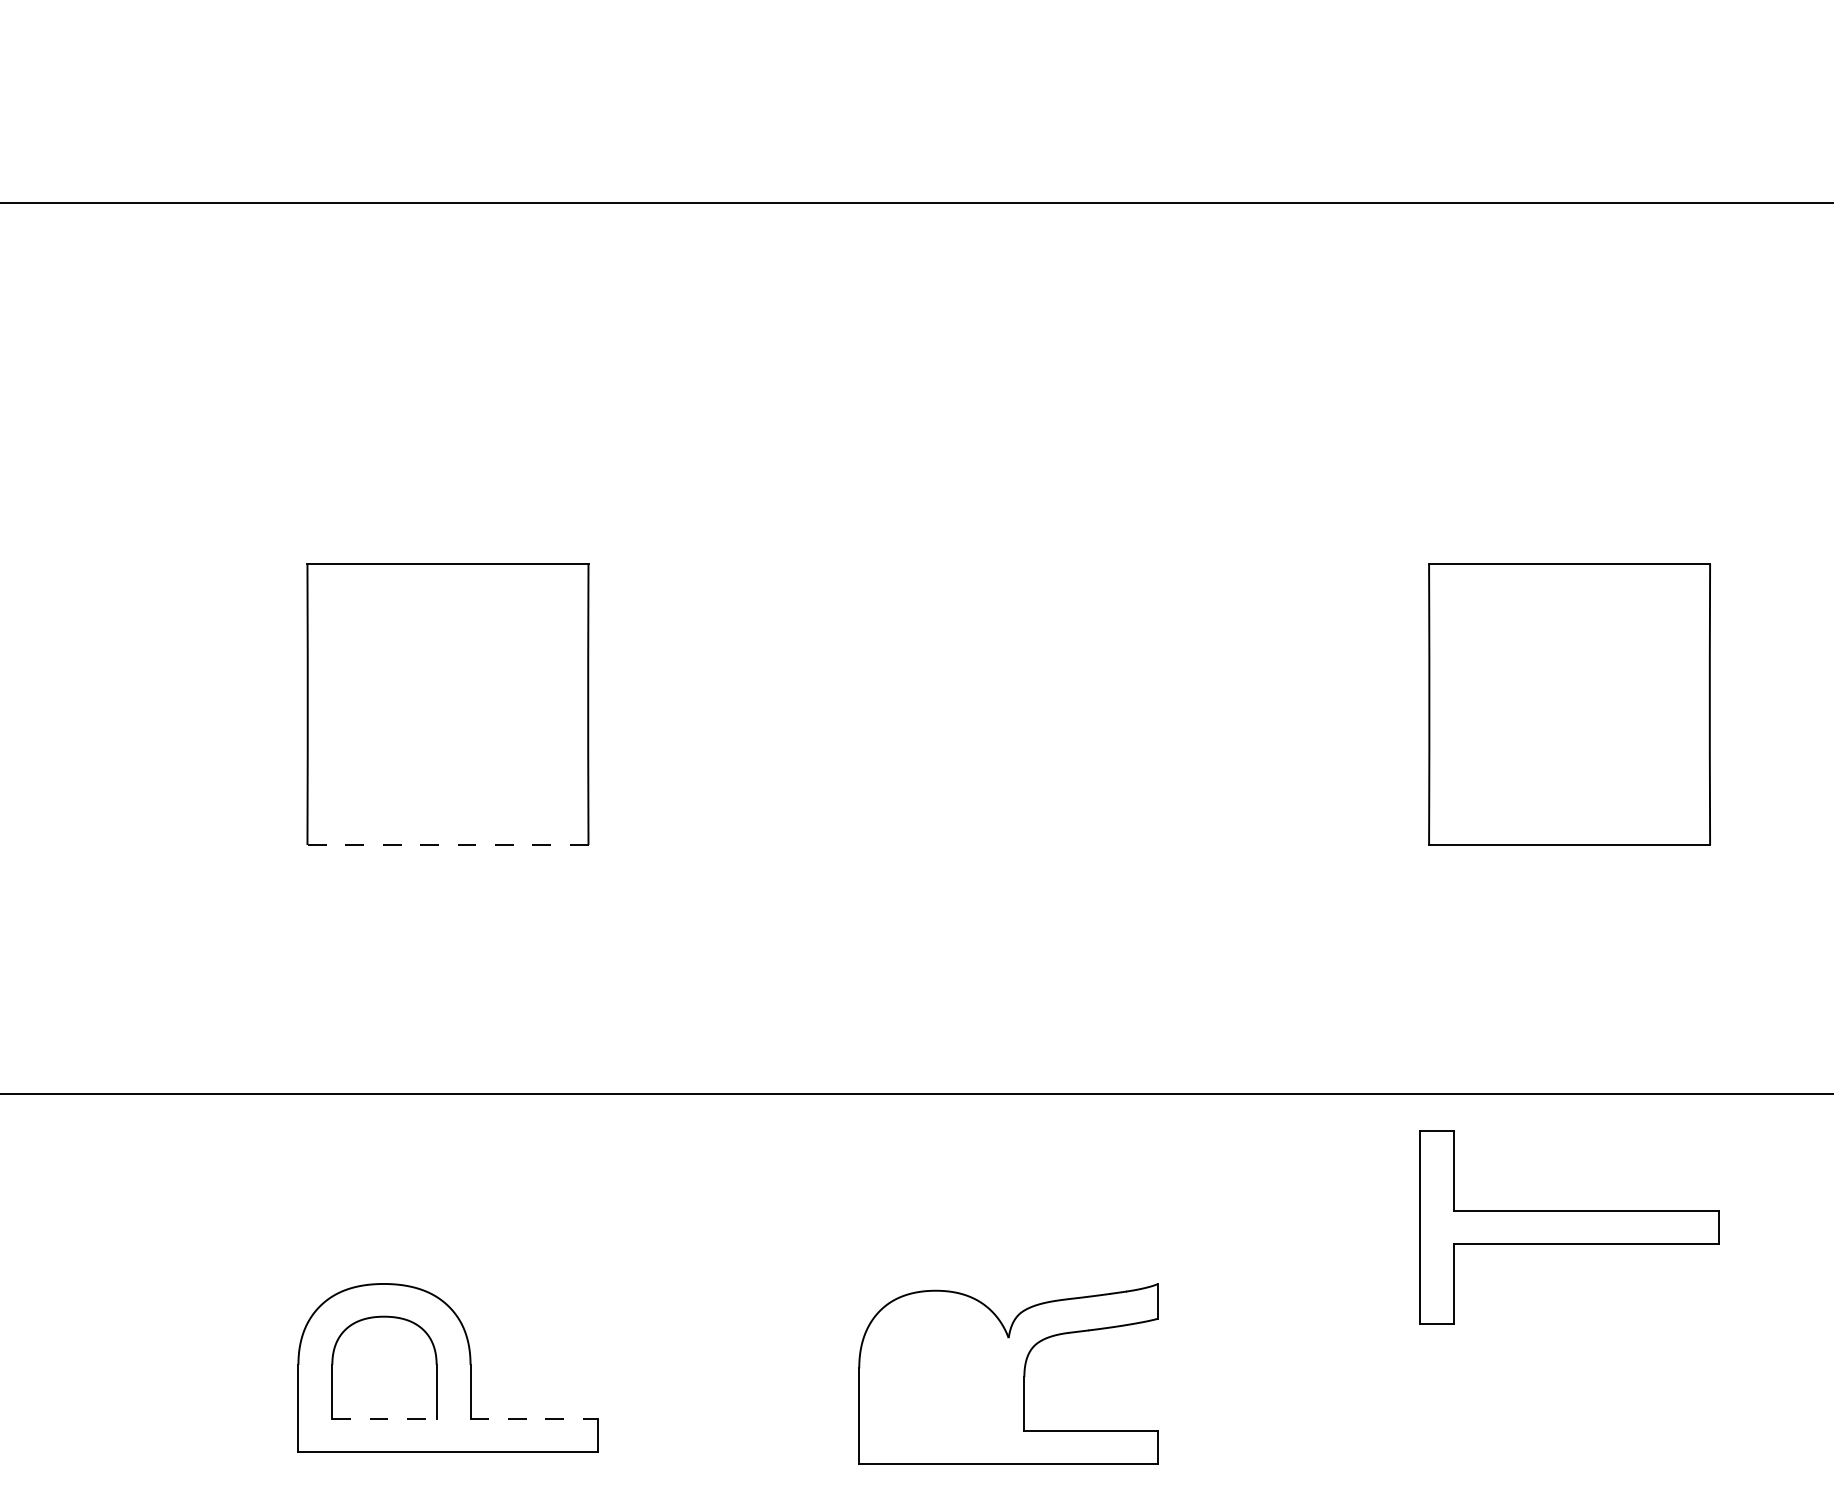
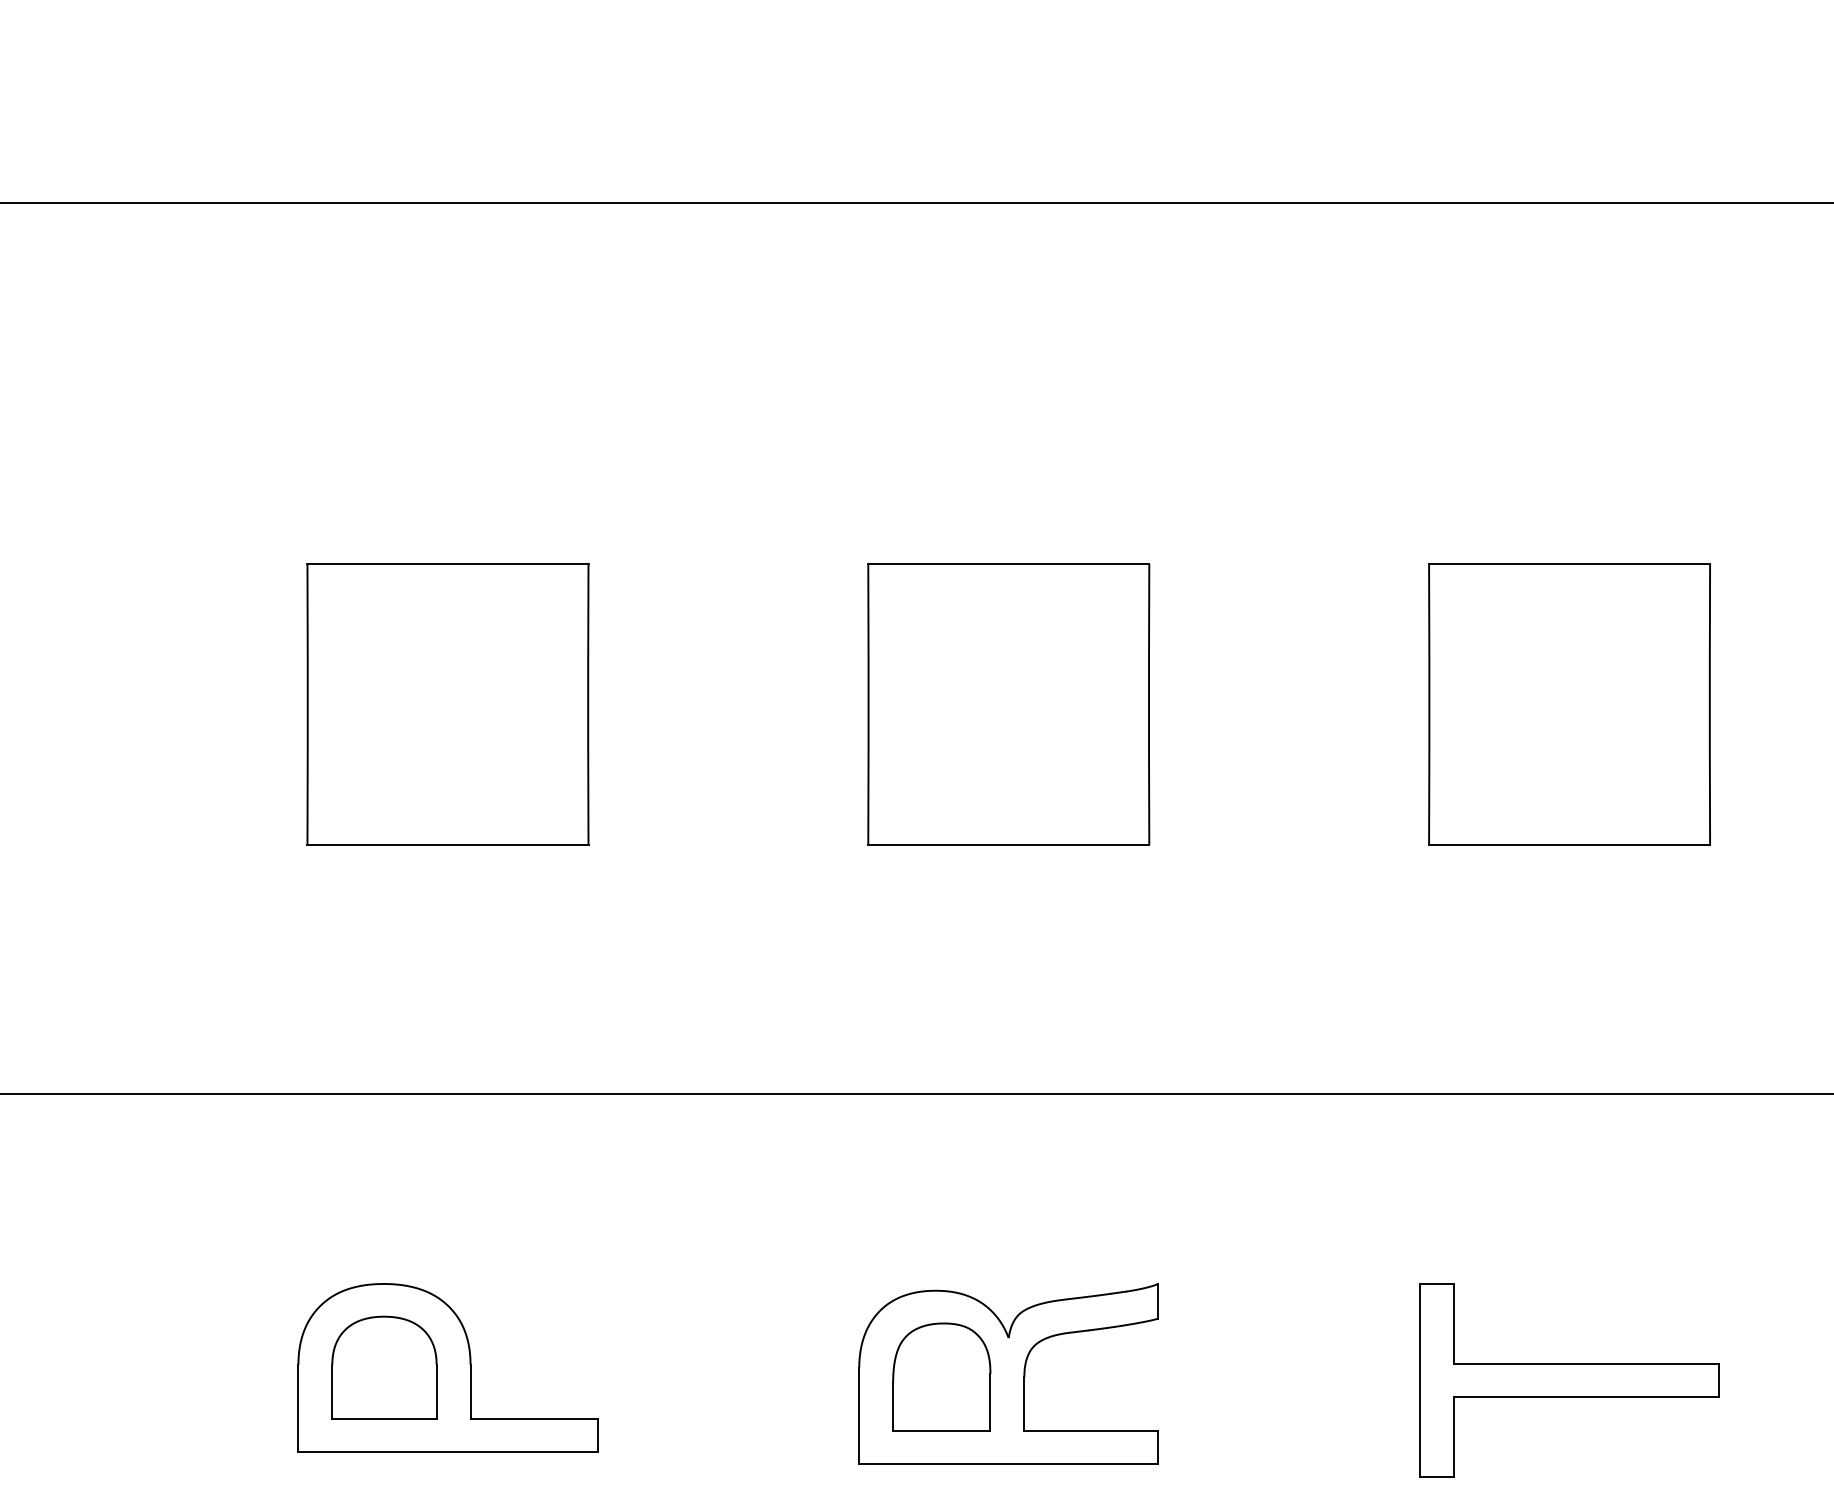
part at (1008, 704): none -> present
line at (447, 844): dashed -> solid
part at (1569, 1227) position: (1569, 1227) -> (1569, 1380)
part at (941, 1376): none -> present
line at (384, 1419): dashed -> solid
line at (534, 1419): dashed -> solid
